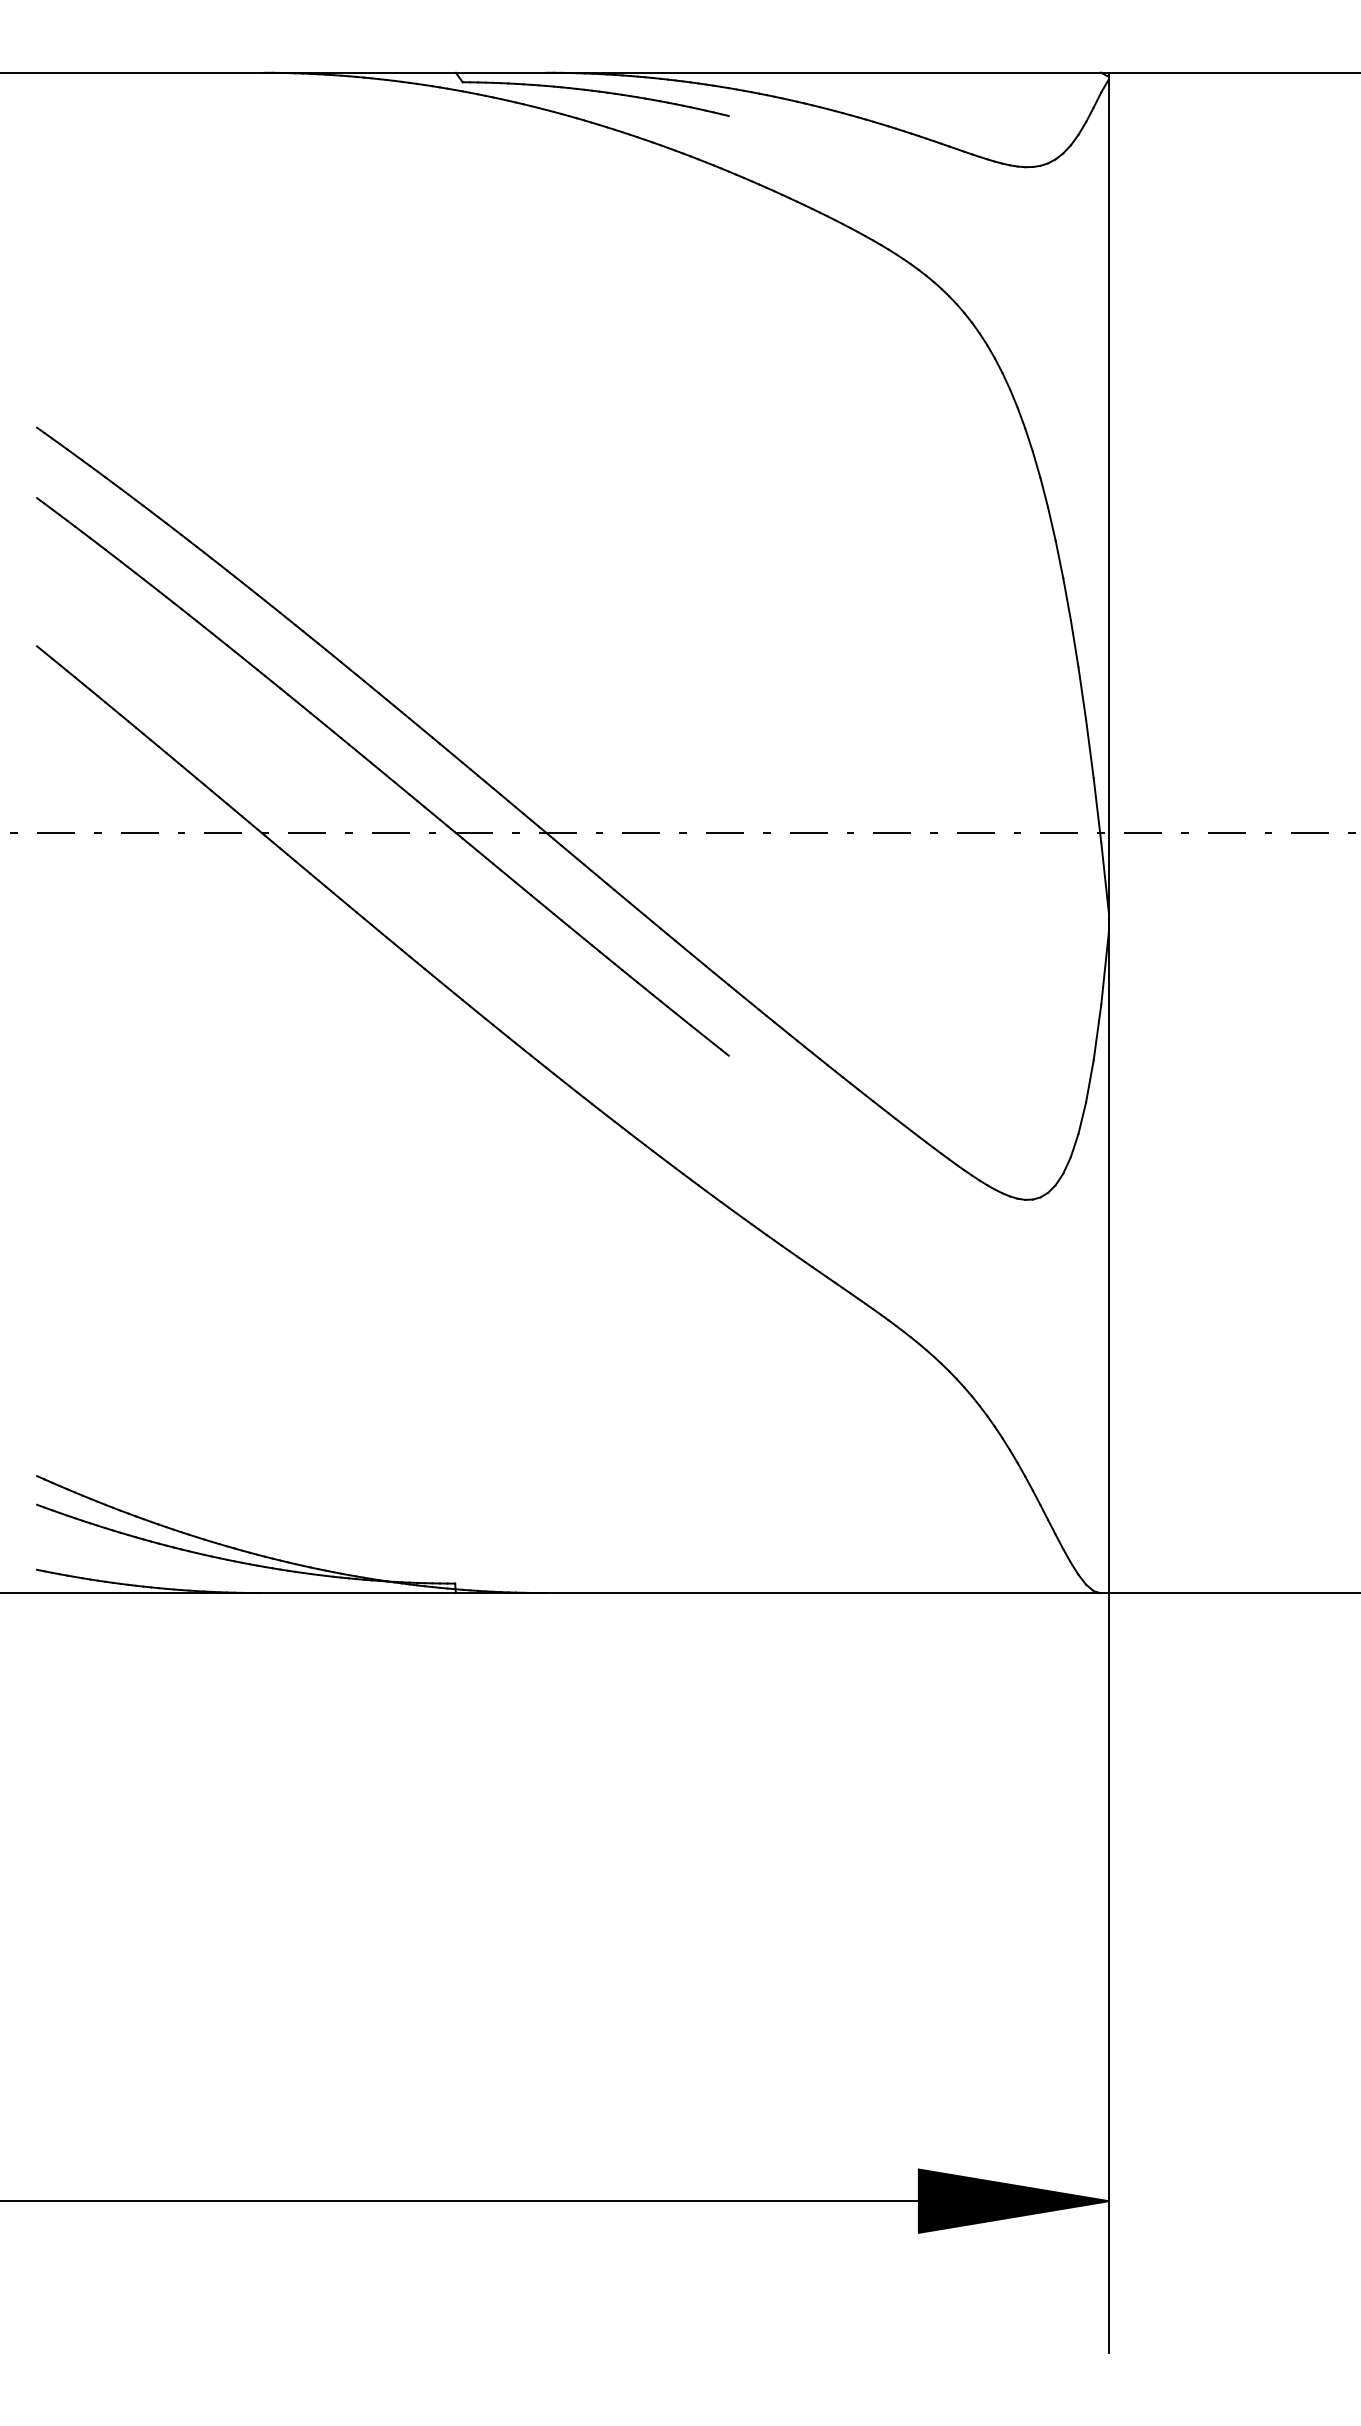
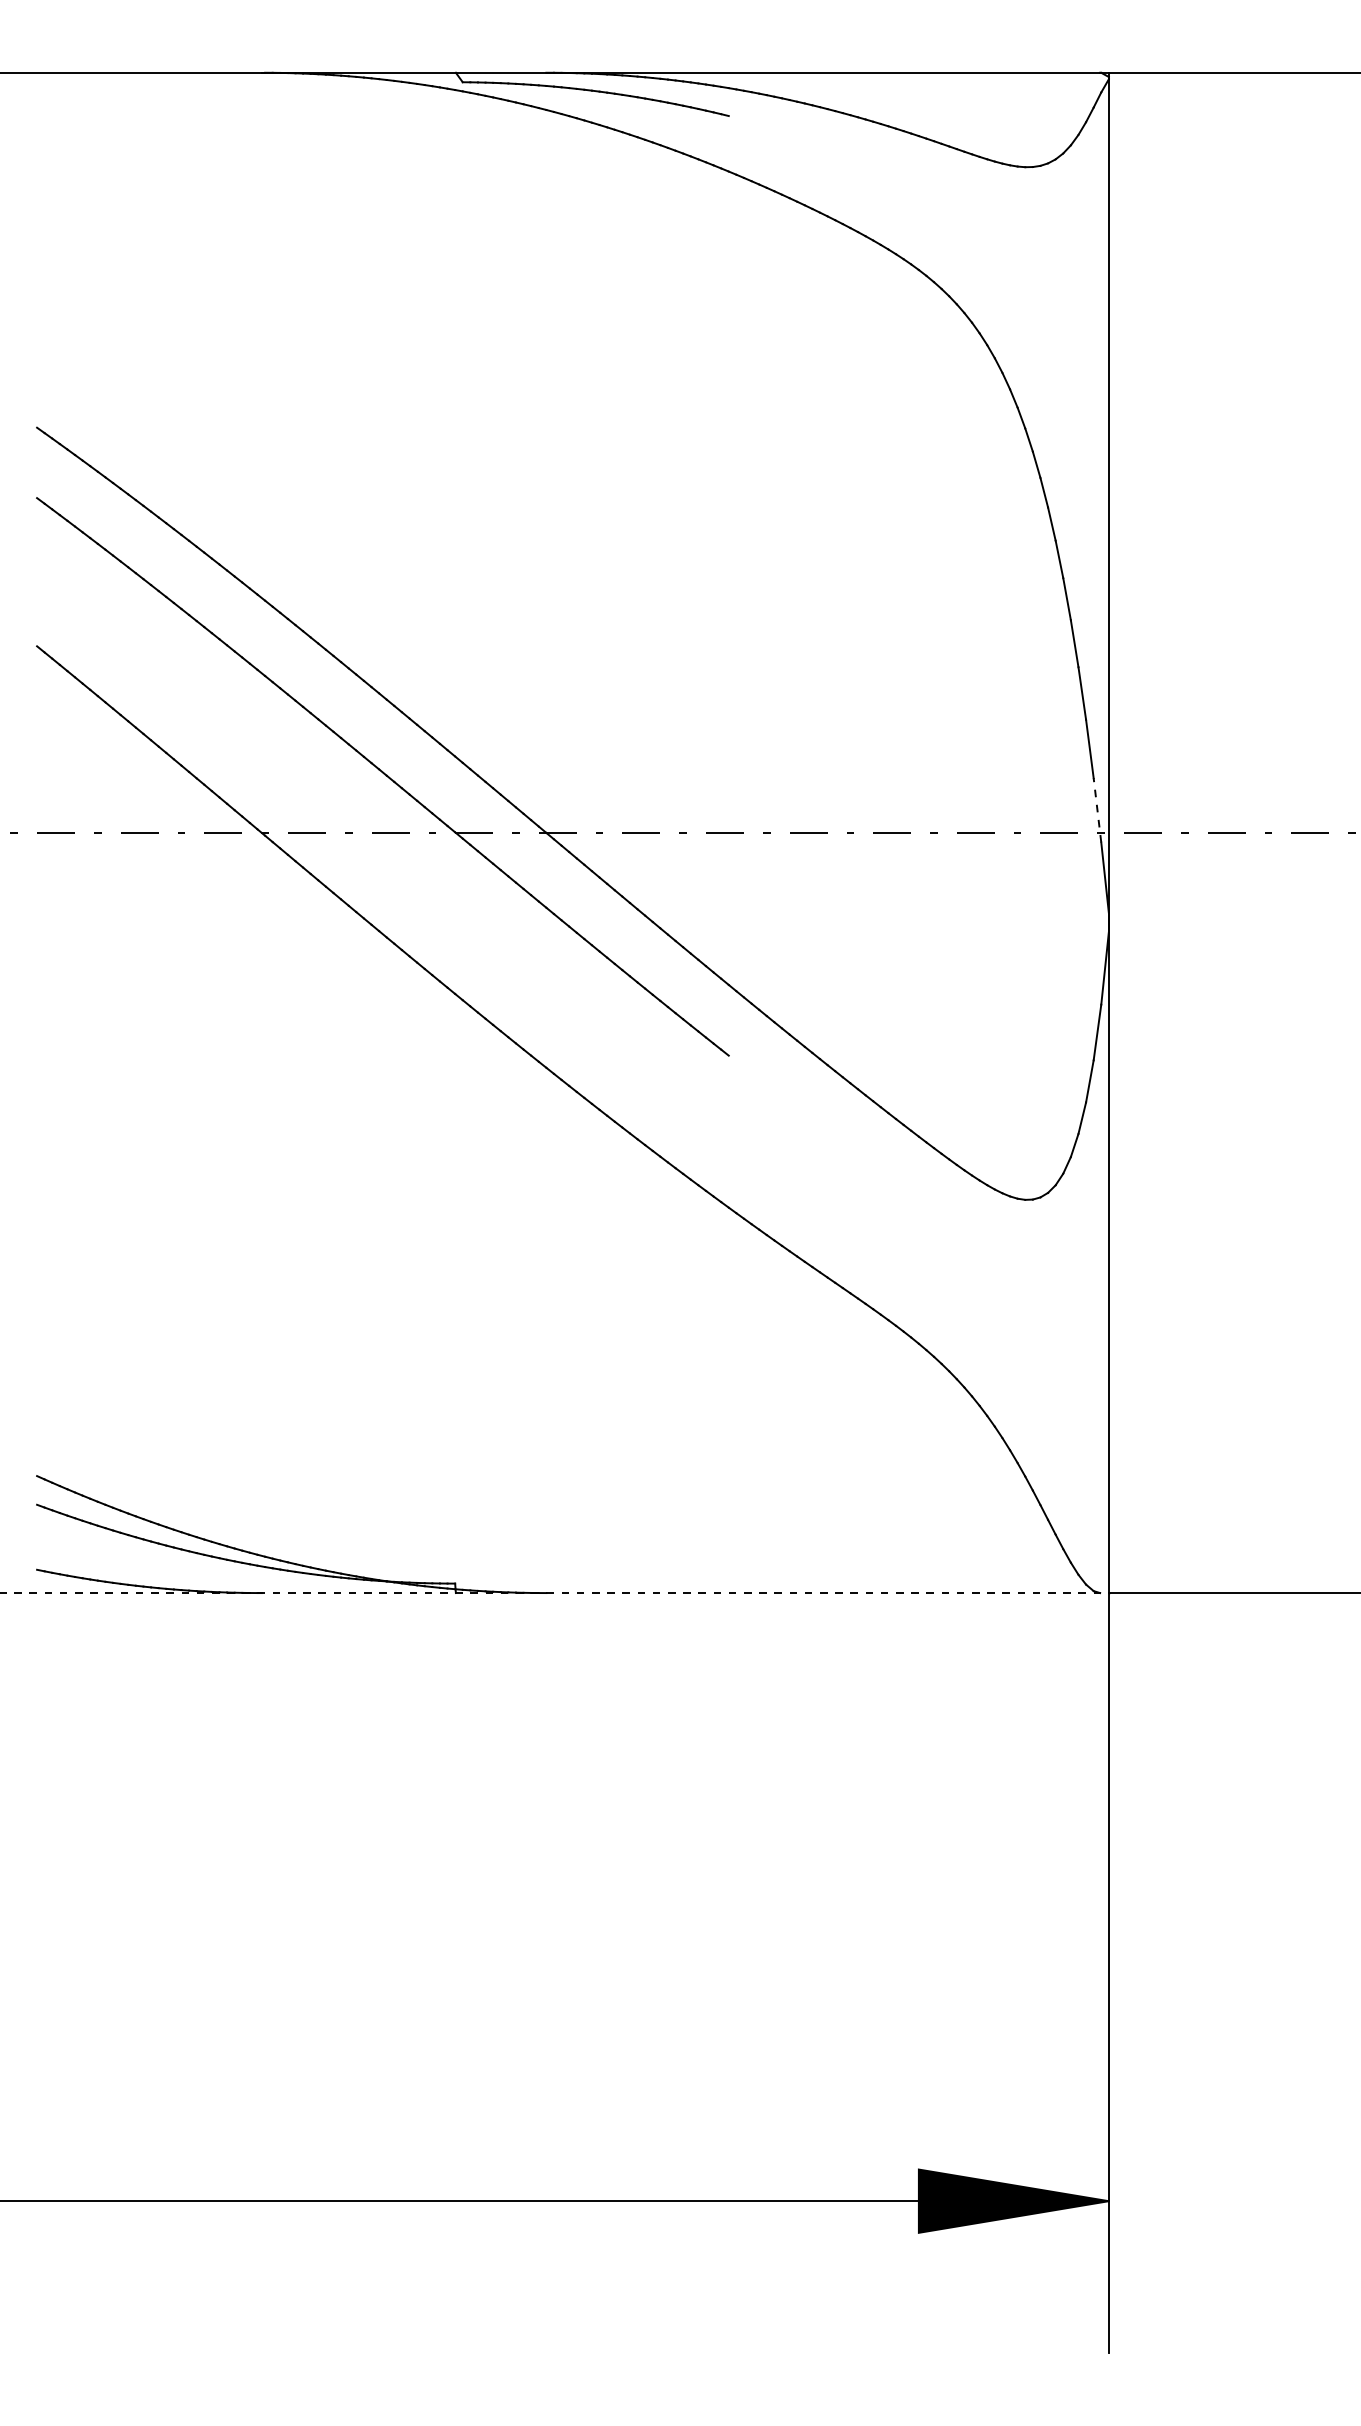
line at (1097, 809): solid -> dashed
line at (554, 1593): solid -> dashed
